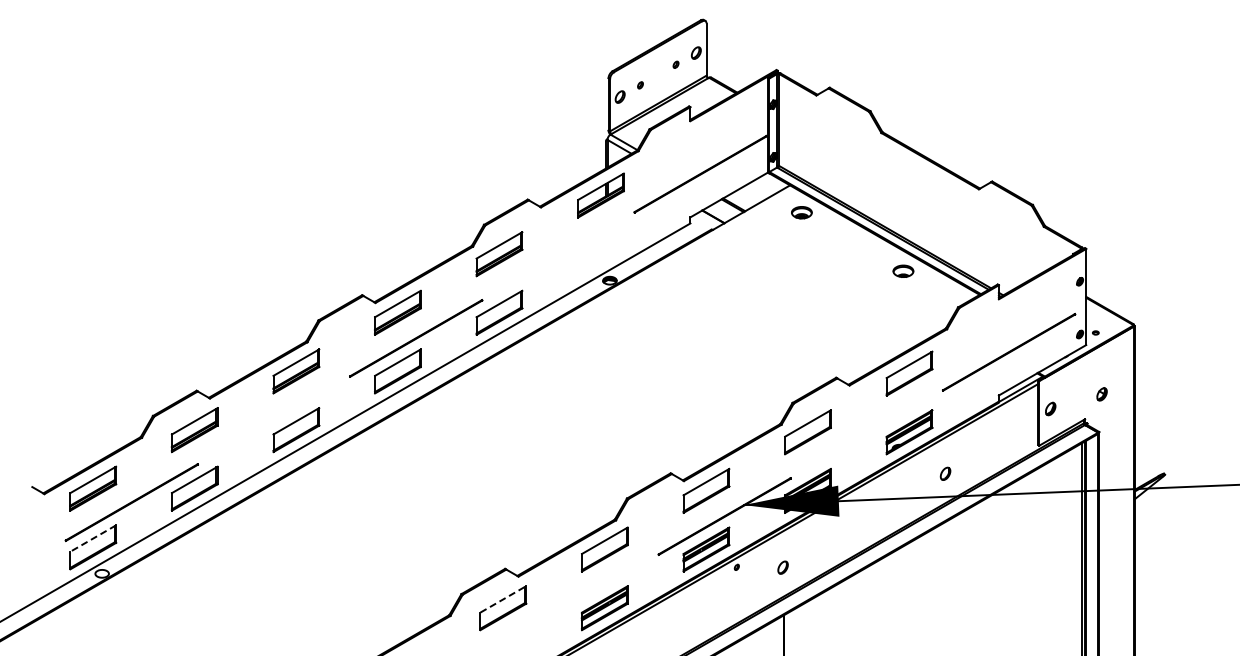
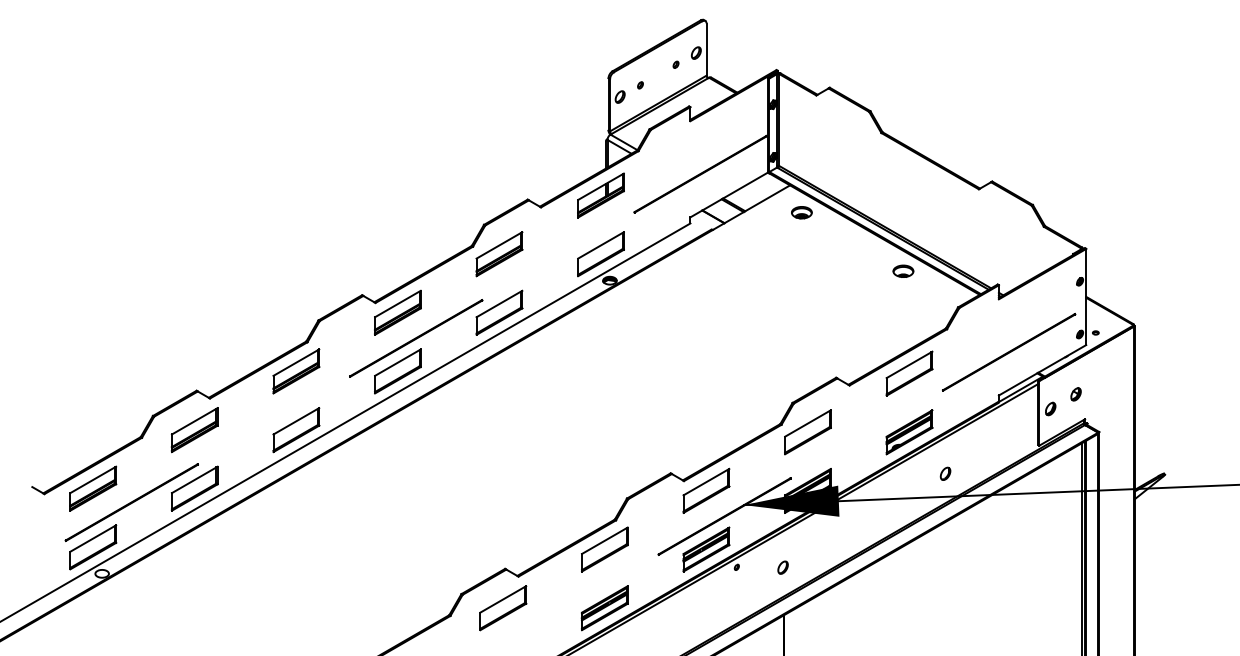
part at (600, 254): none -> present
part at (1101, 394) position: (1101, 394) -> (1075, 394)
line at (92, 538): dashed -> solid
line at (503, 599): dashed -> solid
